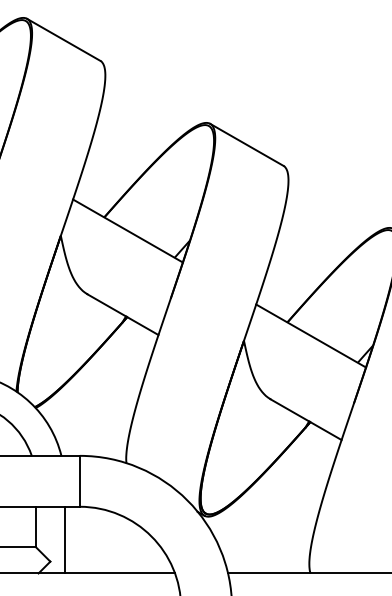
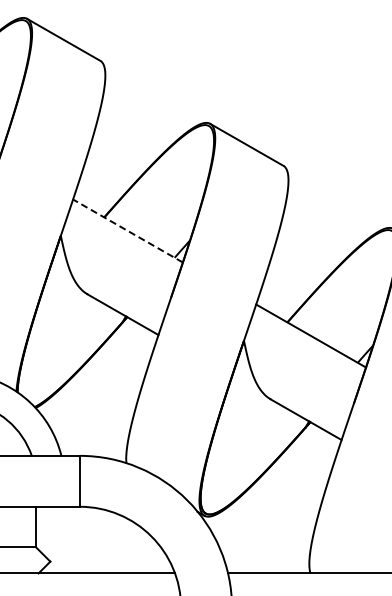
line at (127, 230): solid -> dashed
line at (64, 539): present -> none
